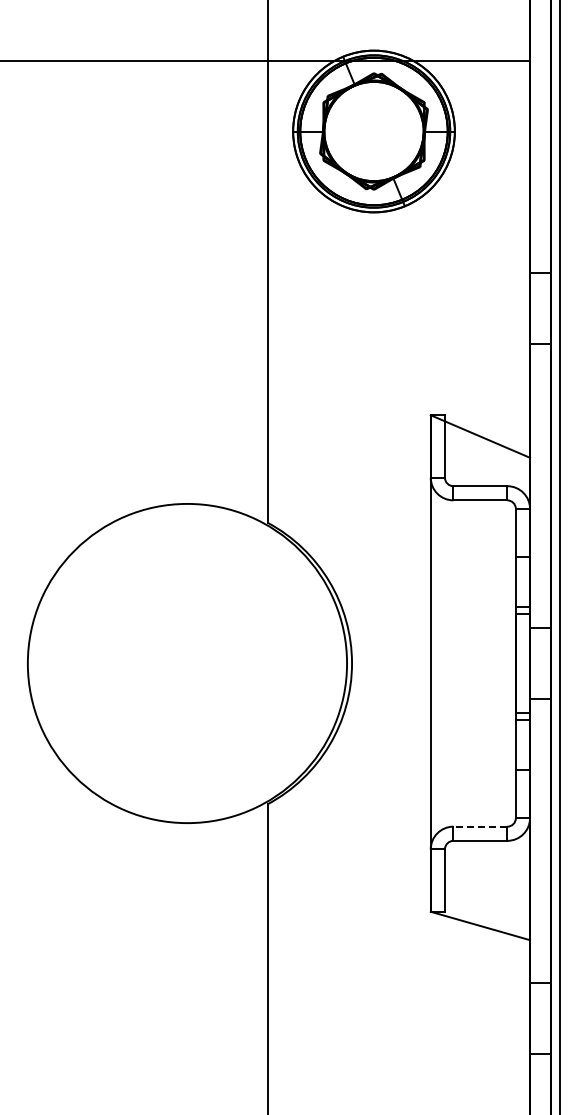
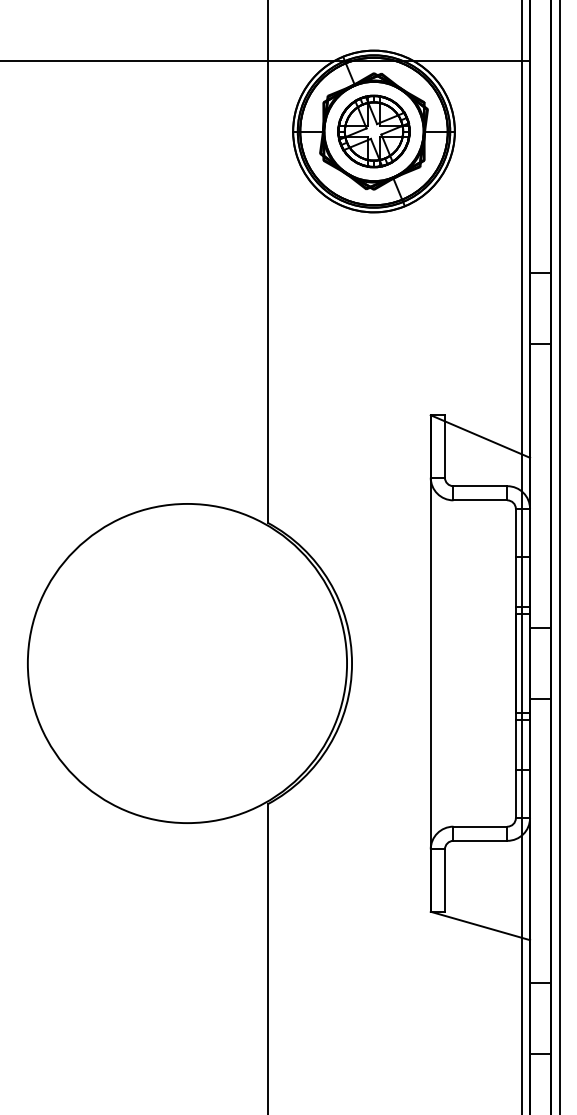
part at (373, 131): none -> present
line at (521, 556): none -> present
line at (480, 826): dashed -> solid
